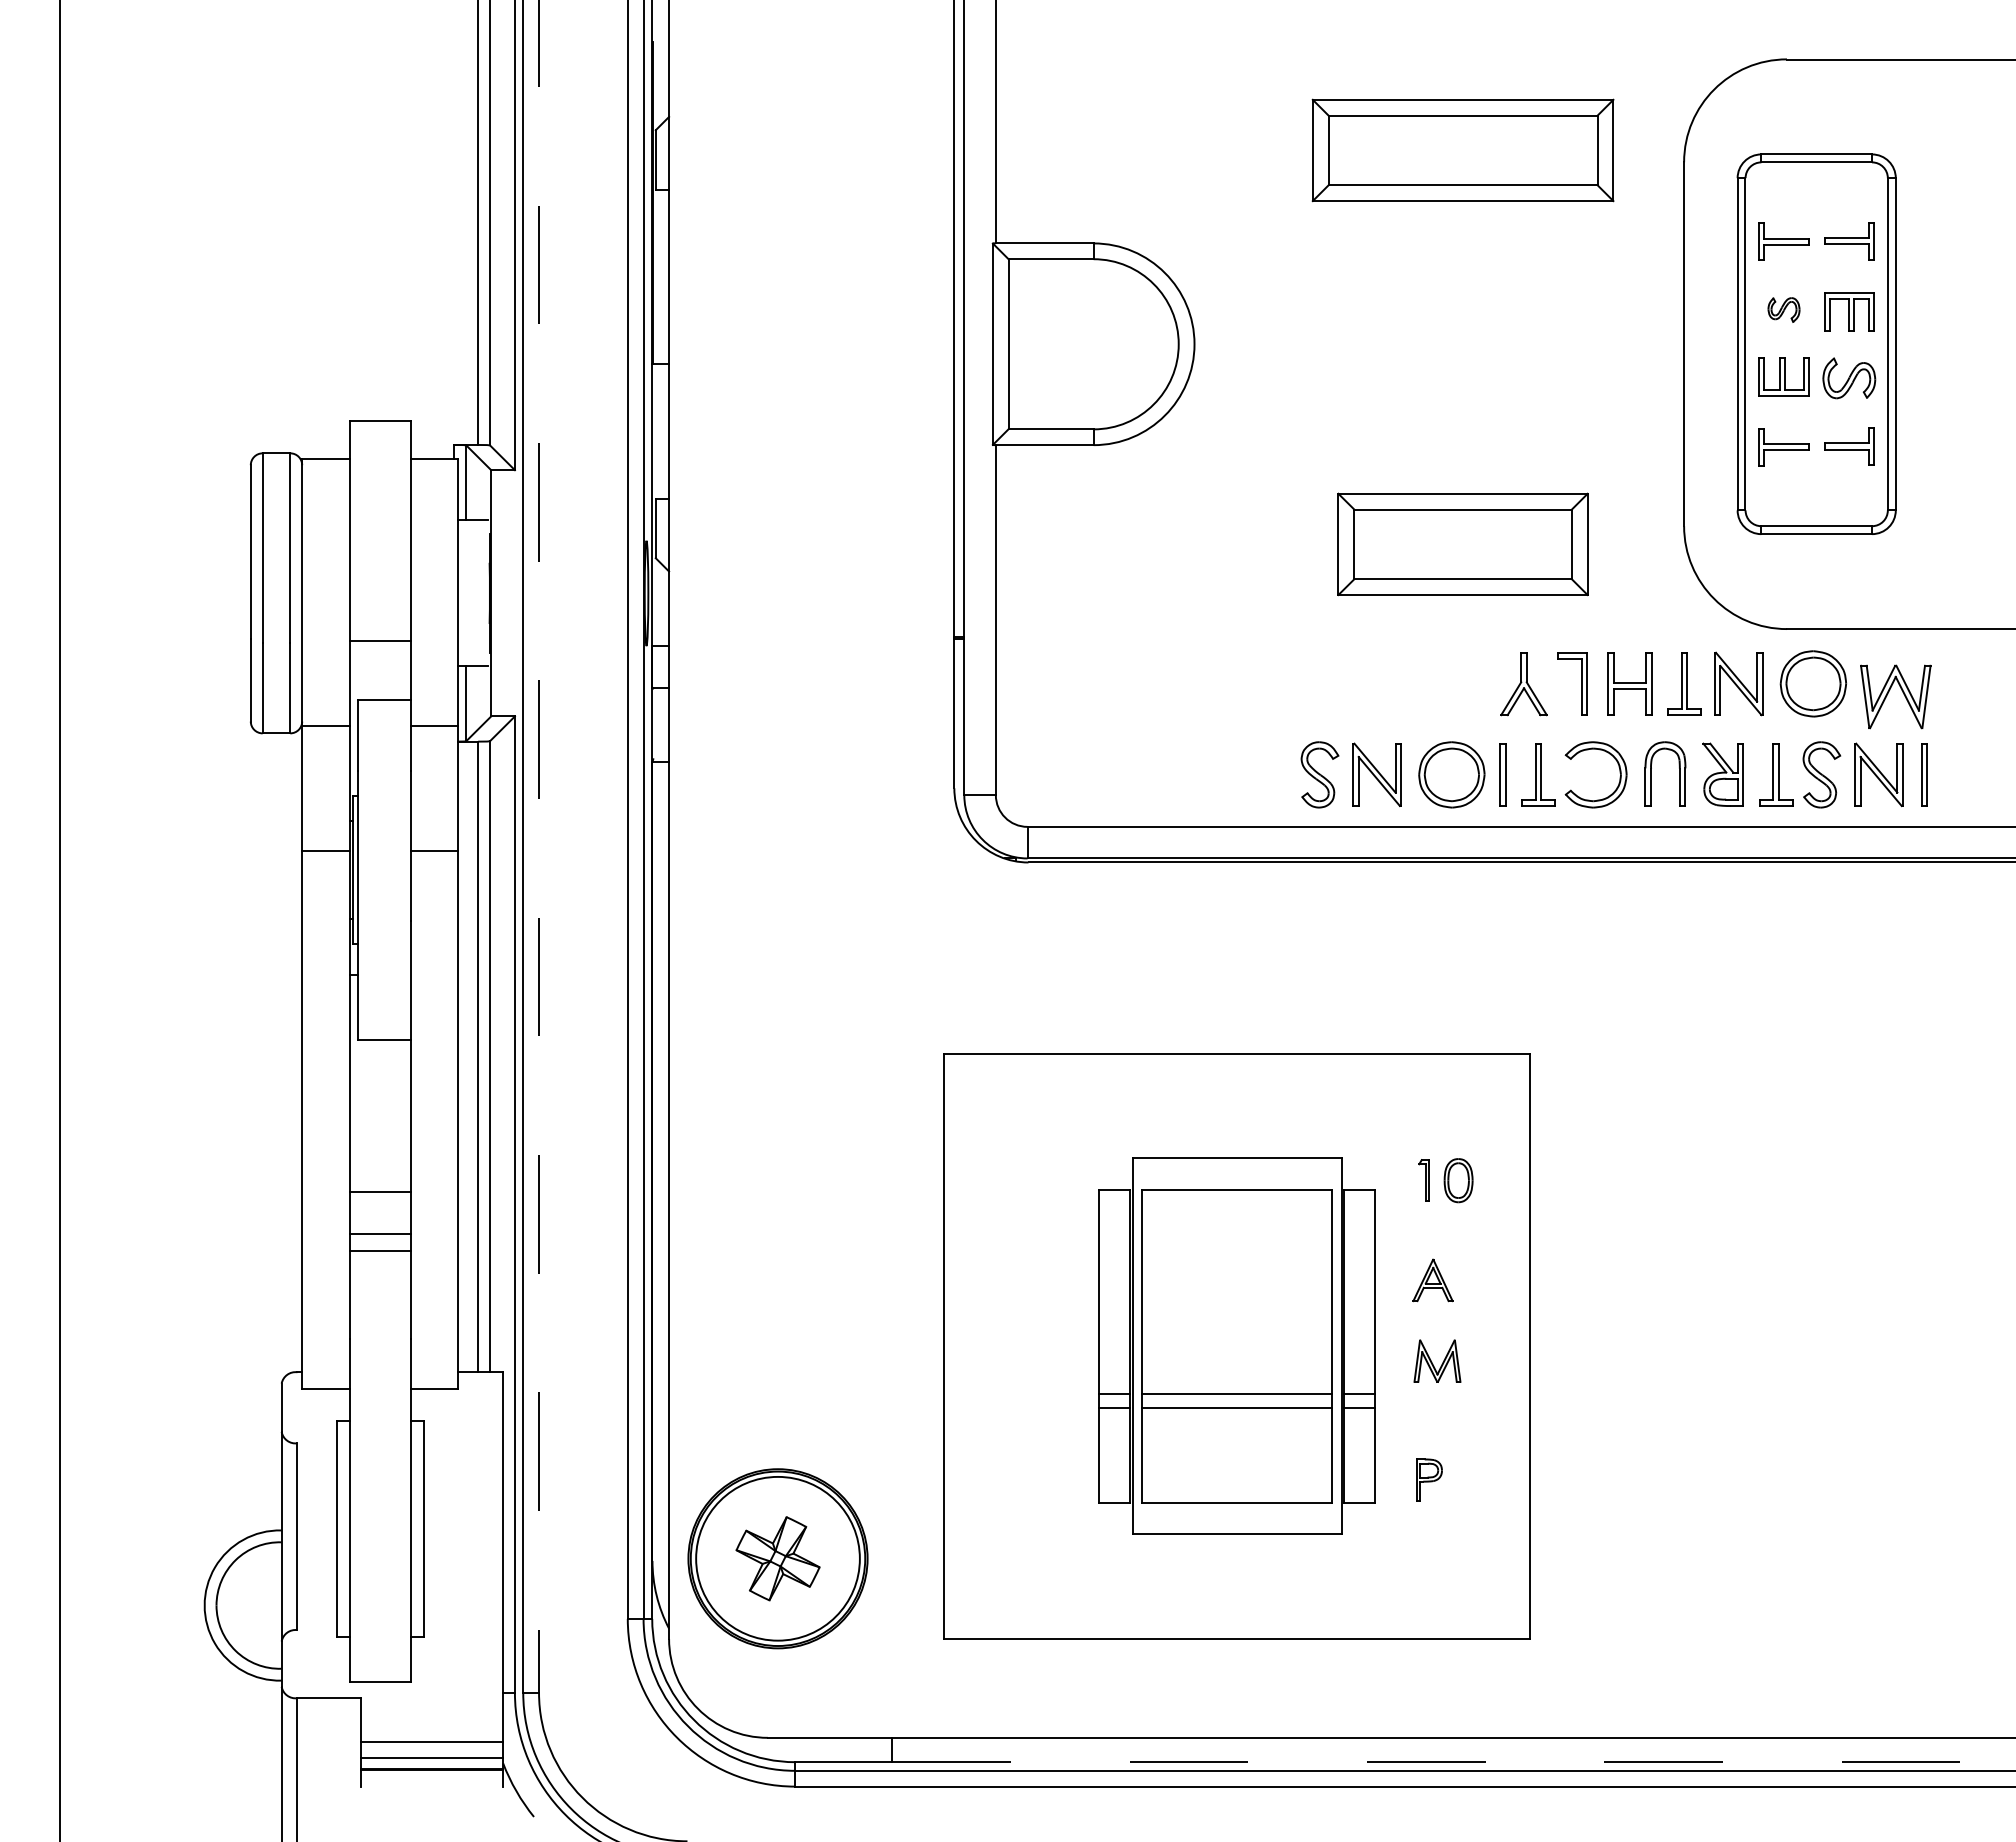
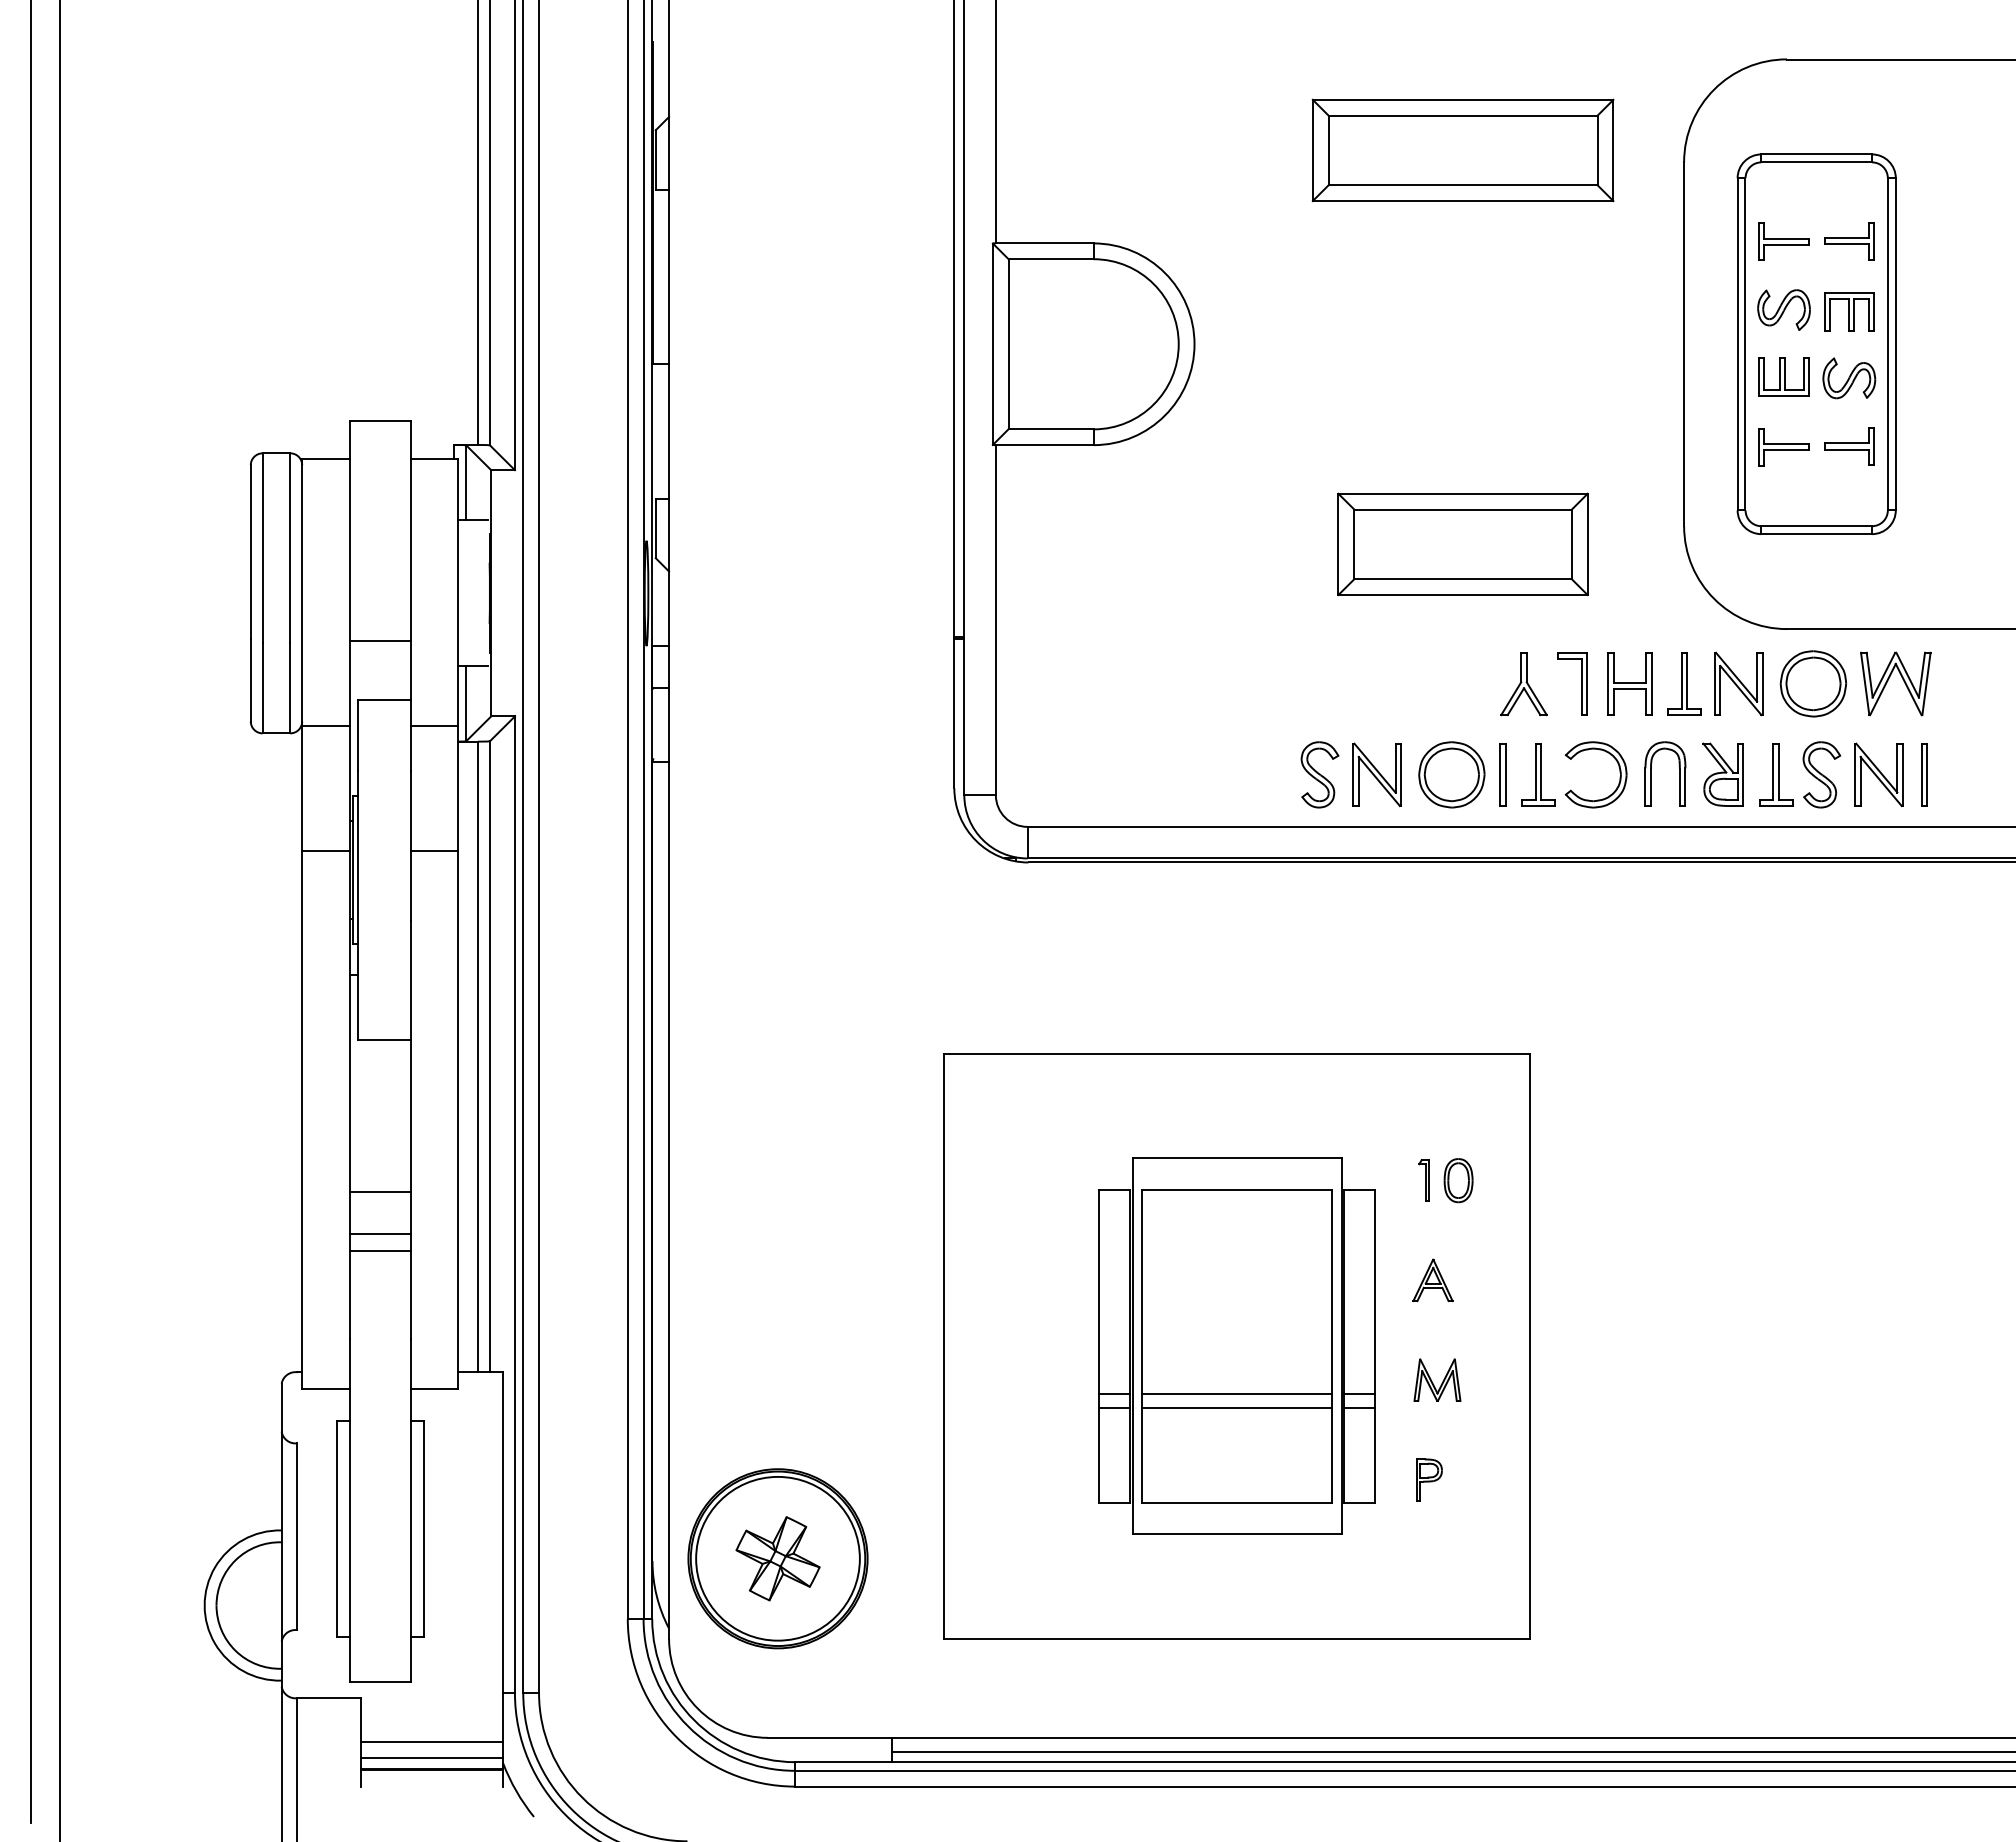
part at (1783, 309) size: 34x26 px -> 54x42 px
part at (1889, 692) position: (1889, 692) -> (1889, 679)
line at (539, 847): dashed -> solid
line at (30, 912): none -> present
part at (1437, 1360) position: (1437, 1360) -> (1437, 1379)
line at (1452, 1752): none -> present
line at (1454, 1762): dashed -> solid
